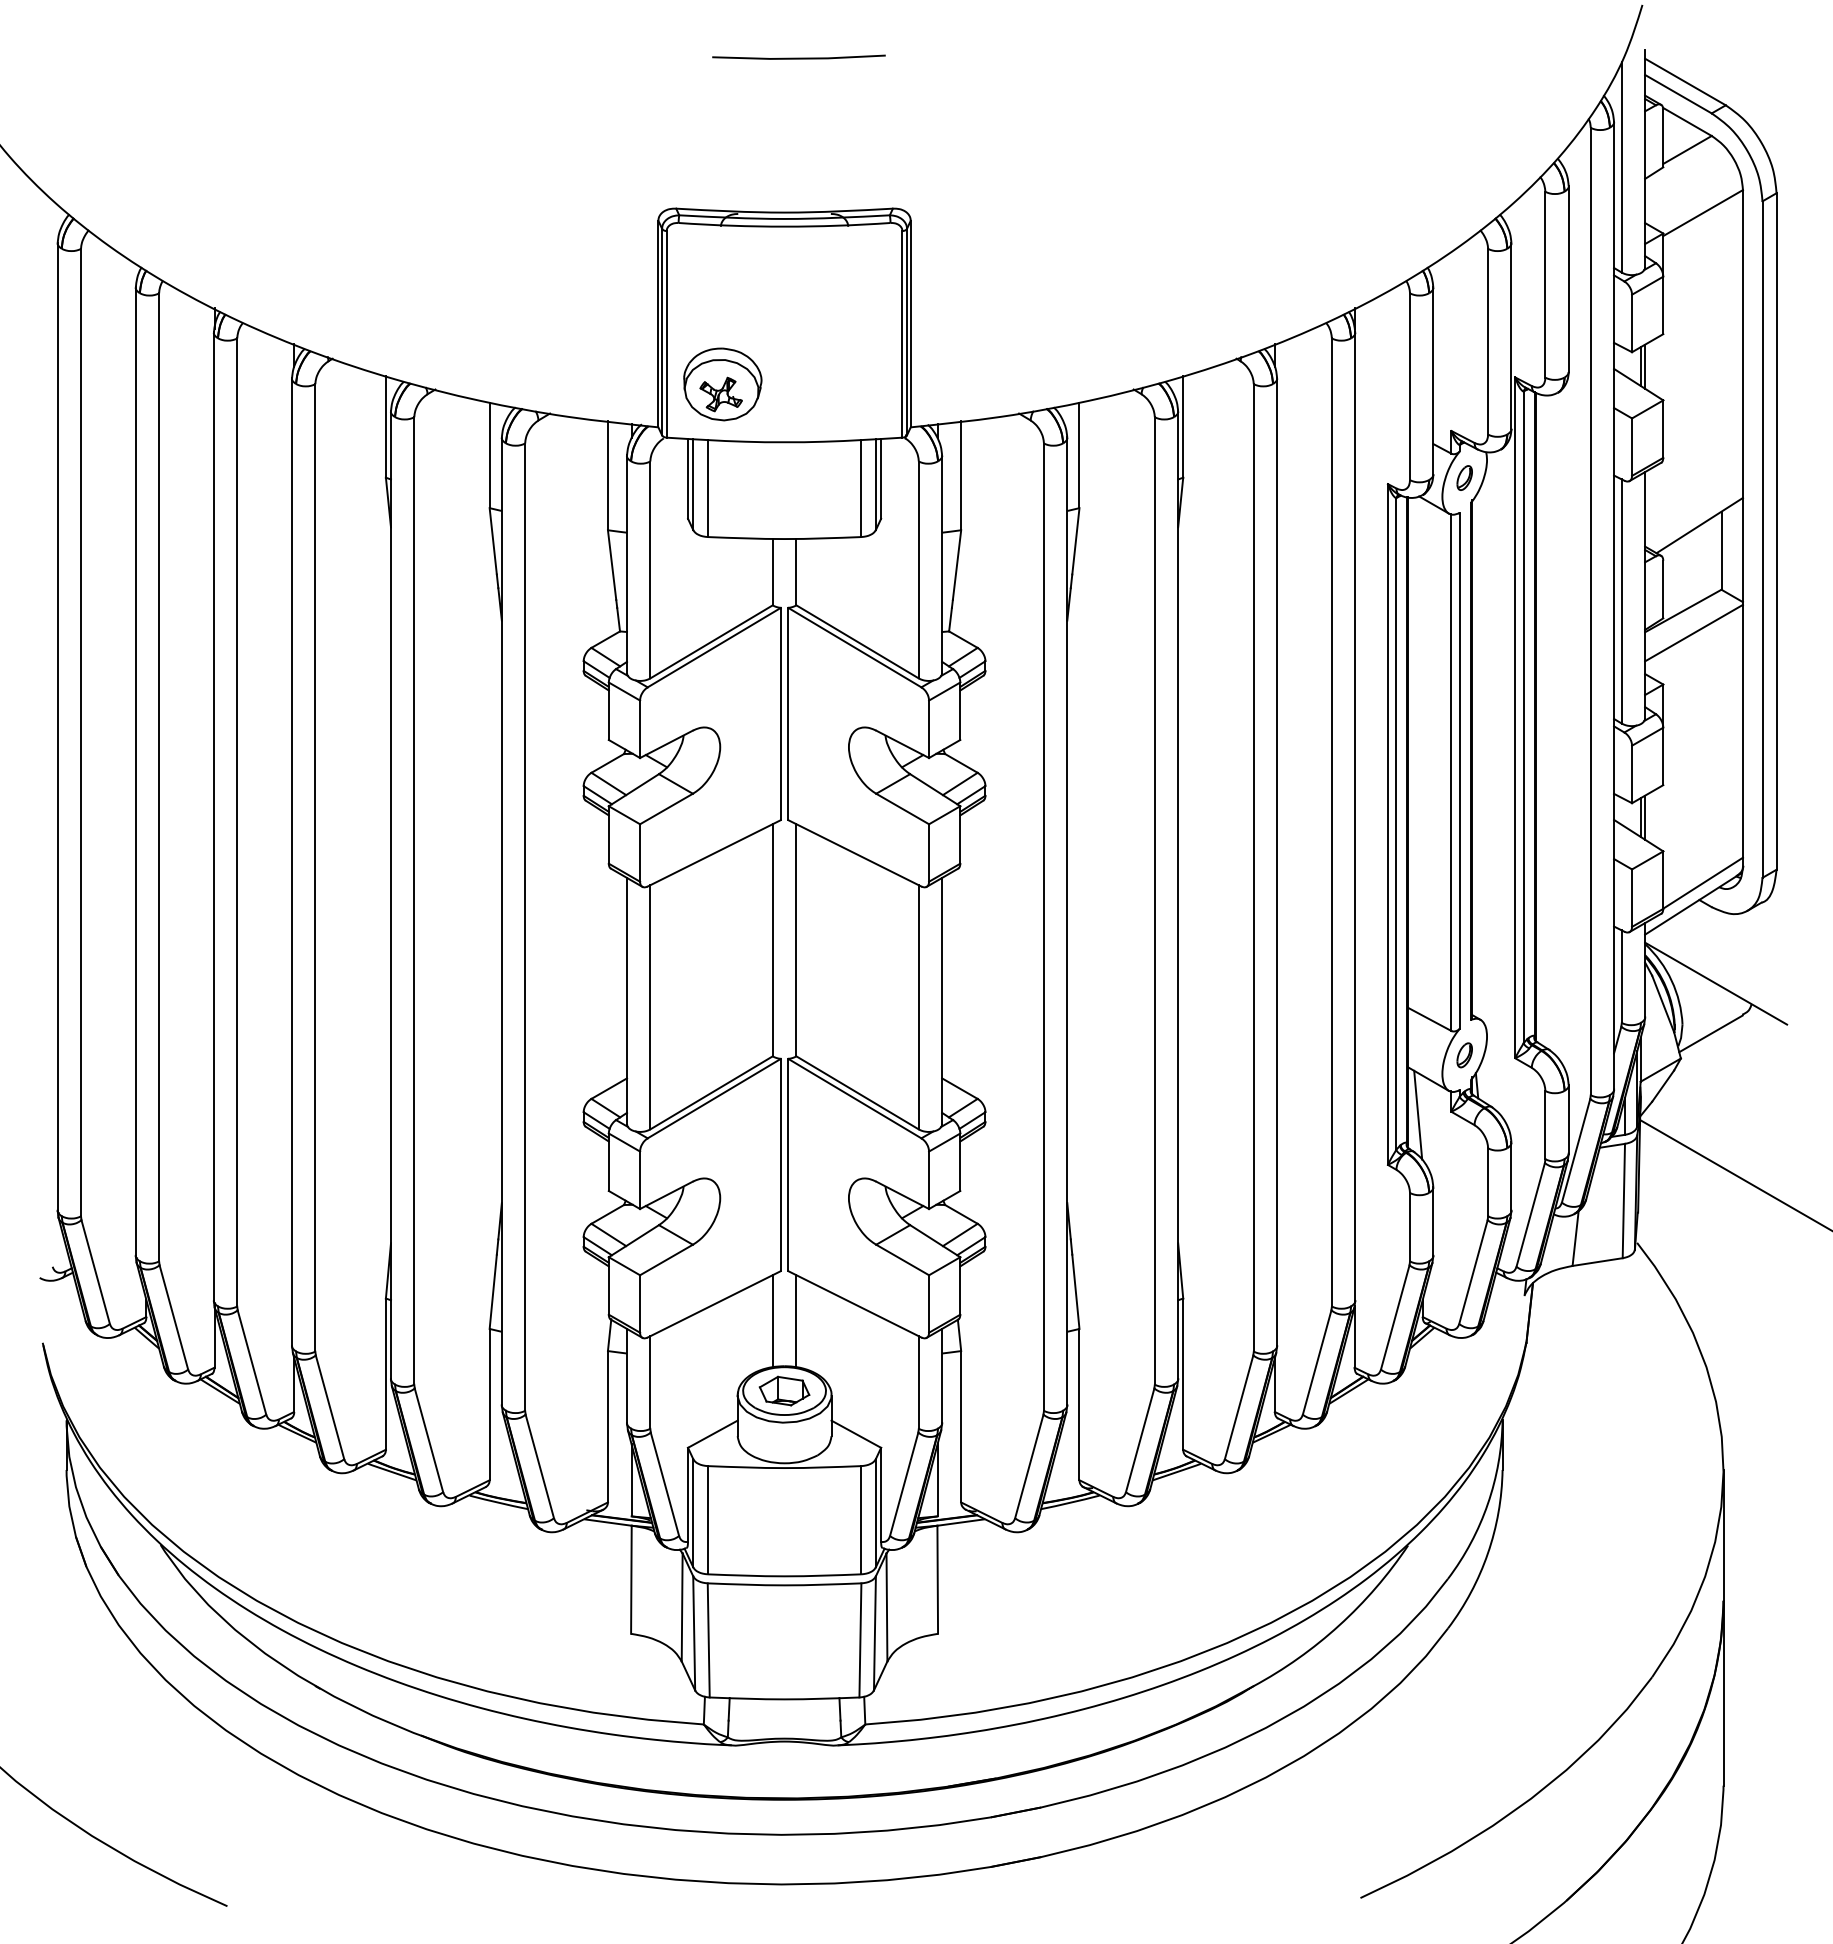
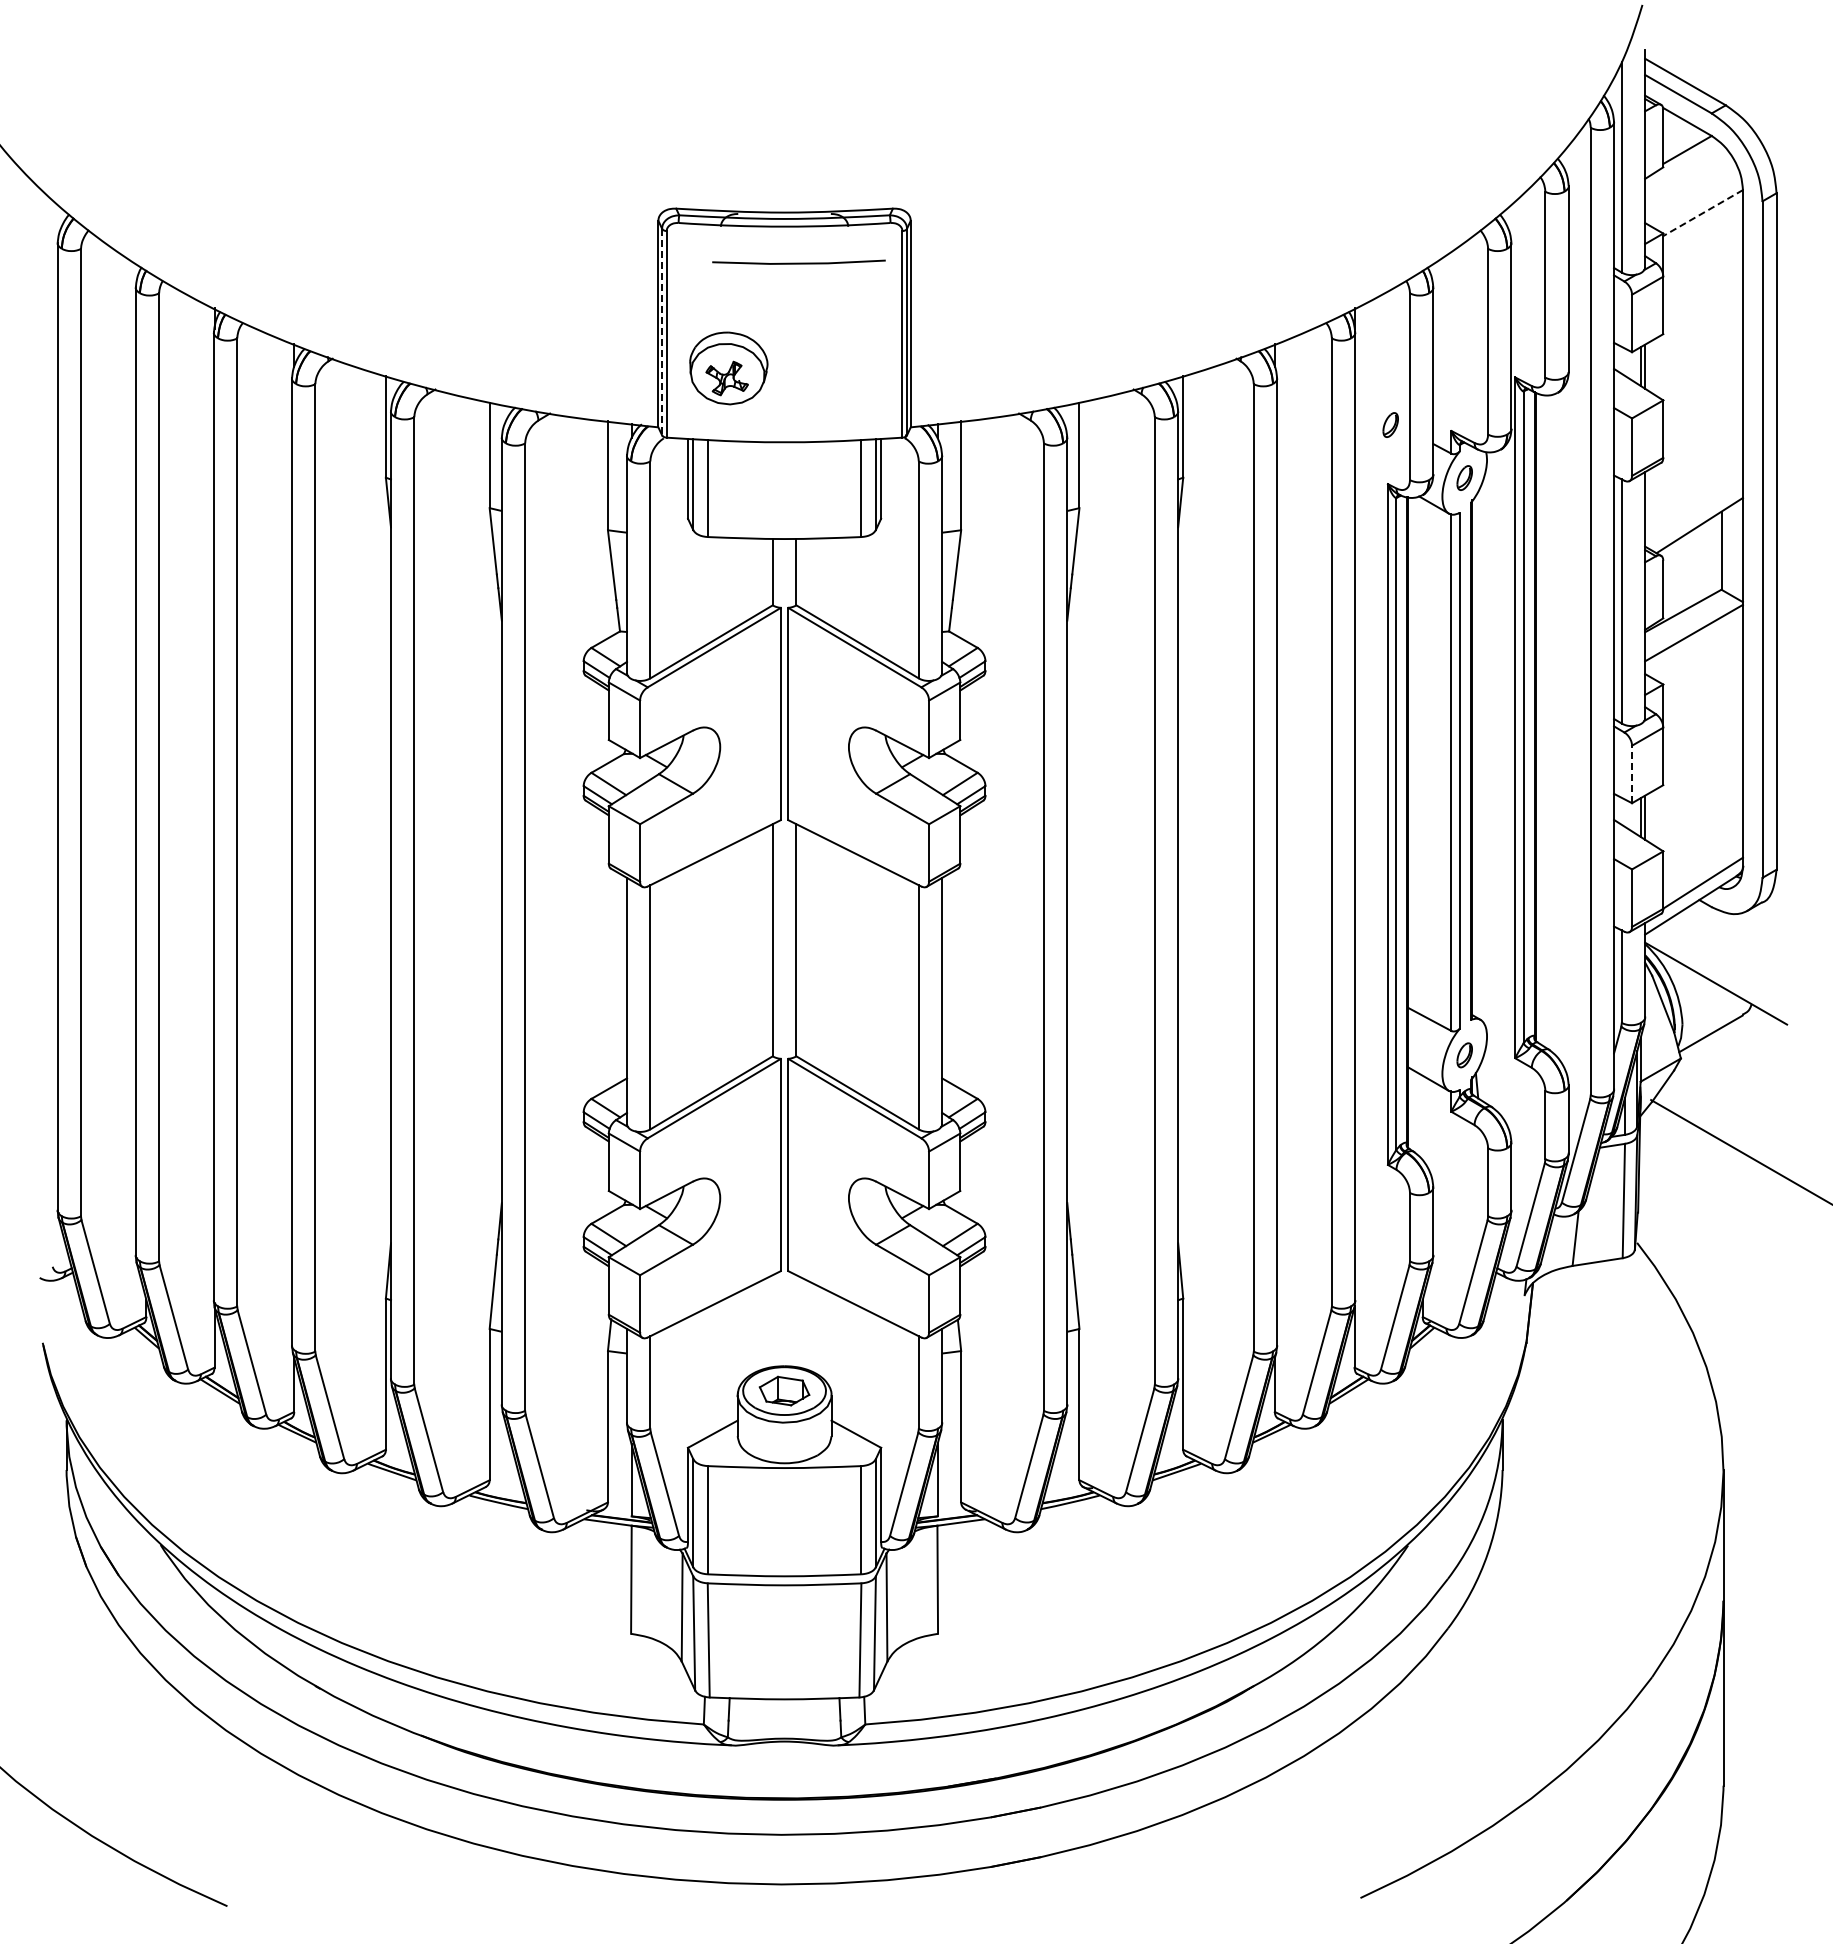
line at (798, 57) position: (798, 57) -> (798, 262)
line at (1703, 213): solid -> dashed
line at (662, 332): solid -> dashed
part at (722, 384) position: (722, 384) -> (728, 368)
part at (1390, 424): none -> present
line at (1632, 774): solid -> dashed
line at (1418, 1114): present -> none
line at (1734, 1174) position: (1734, 1174) -> (1740, 1151)
line at (772, 1321): present -> none
line at (796, 1321): present -> none
